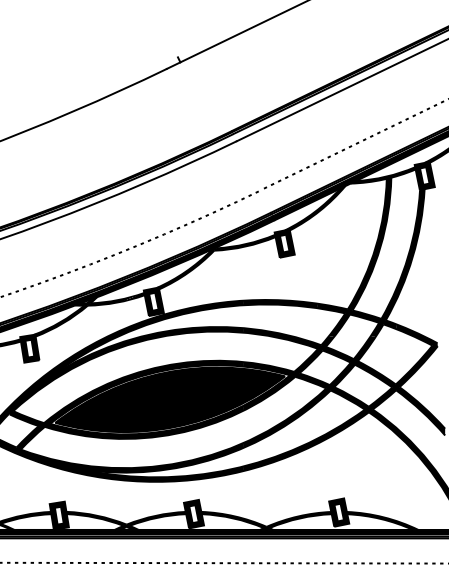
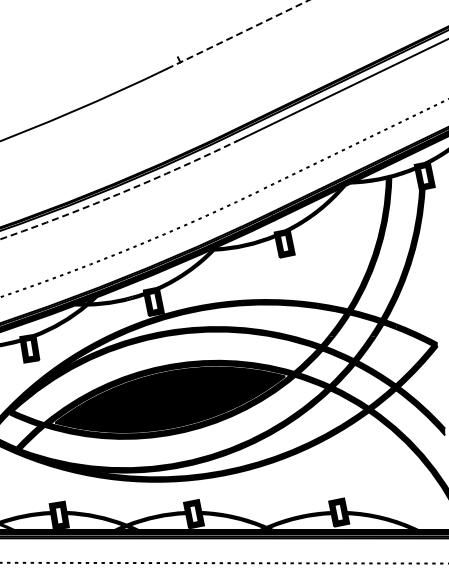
line at (238, 34): solid -> dashed
arc at (119, 193): solid -> dashed
